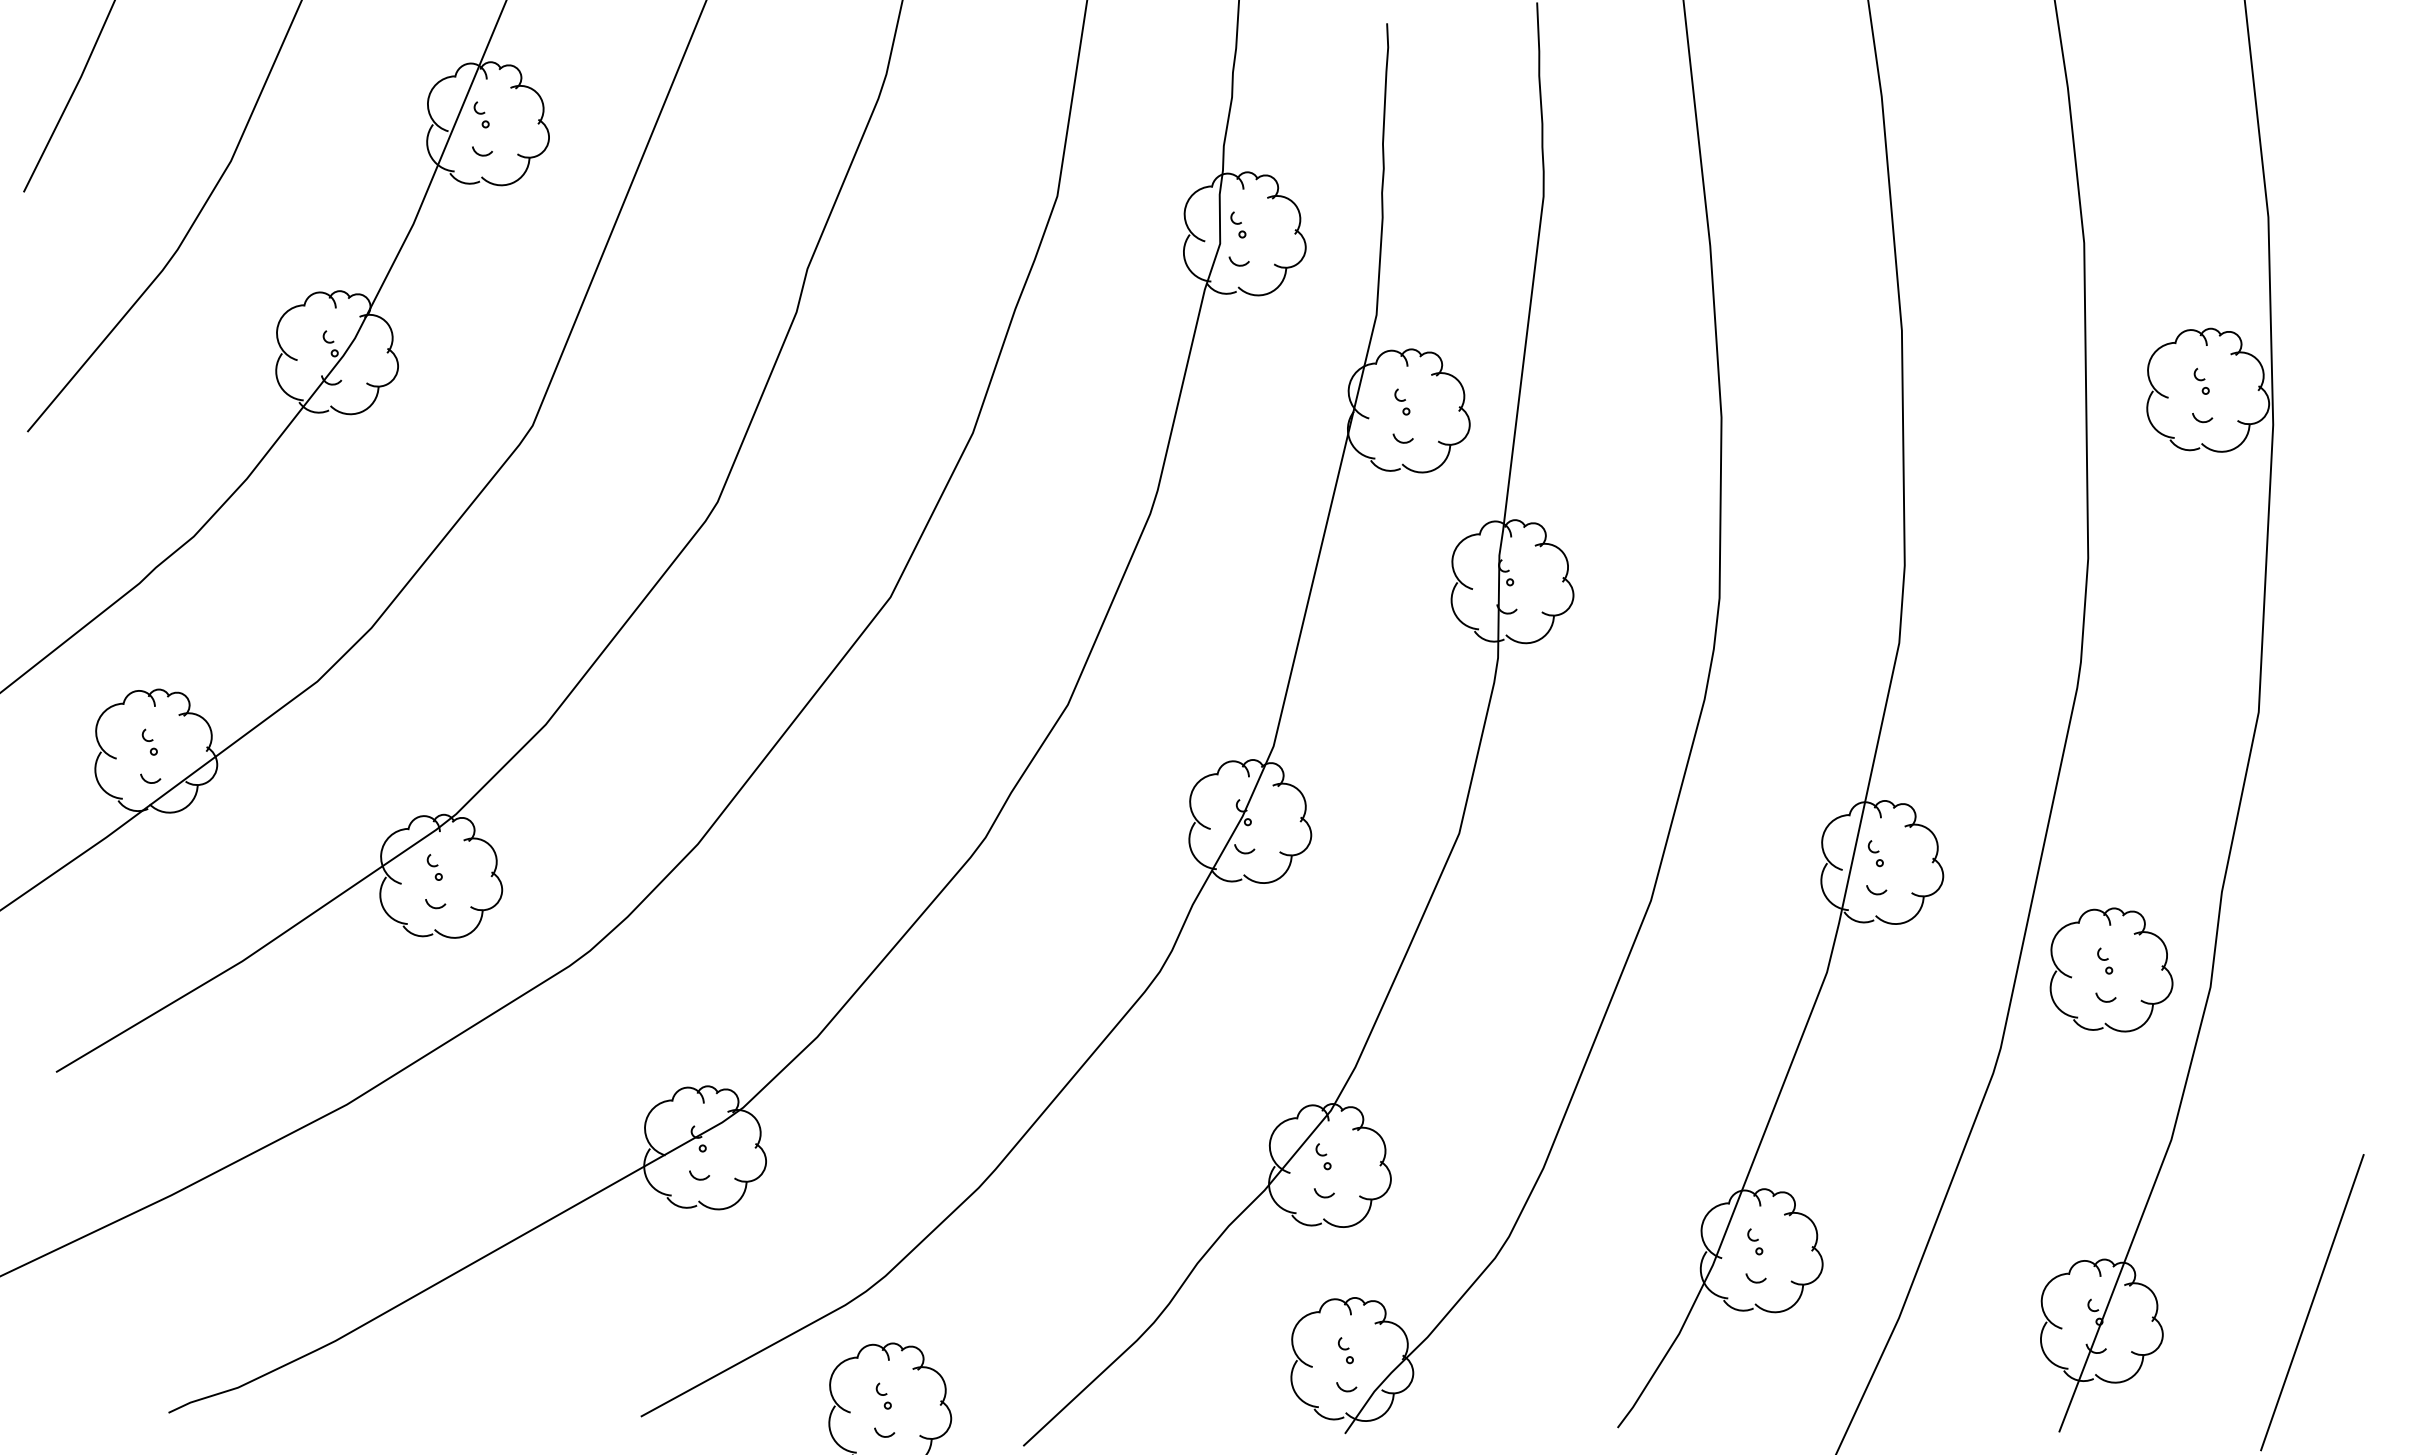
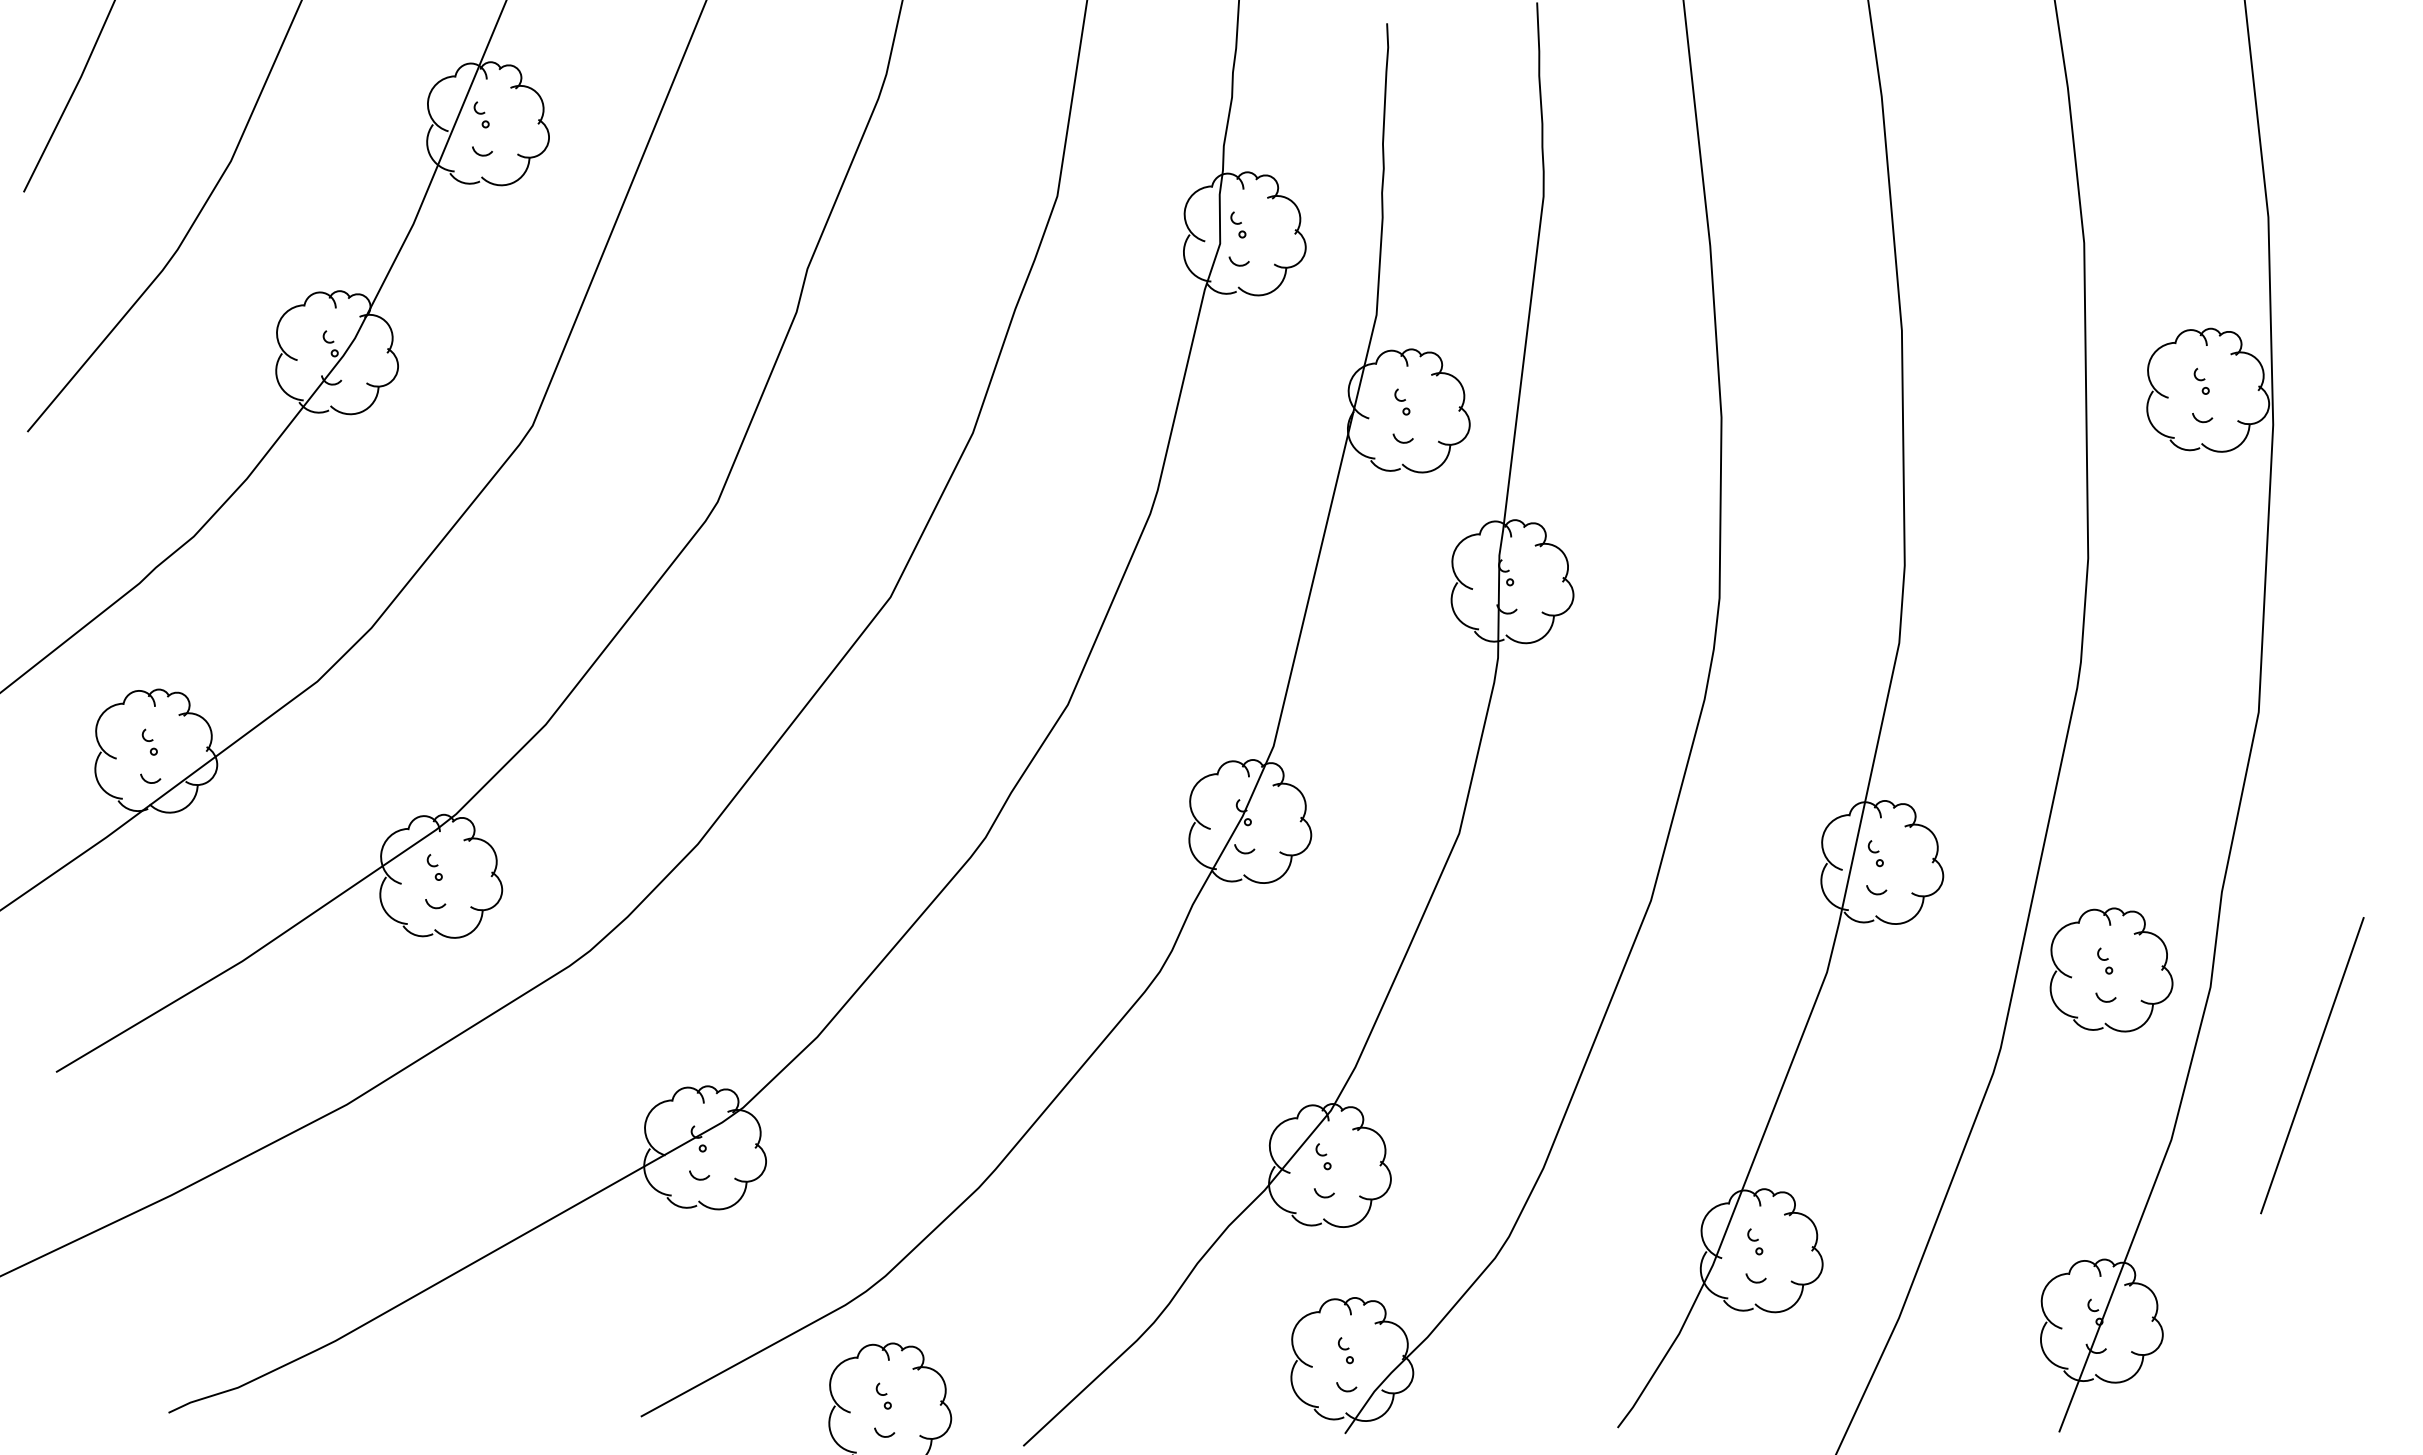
line at (2312, 1302) position: (2312, 1302) -> (2312, 1065)
